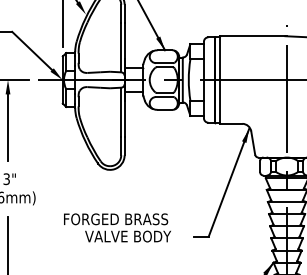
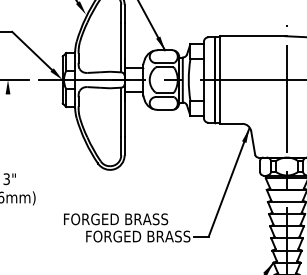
line at (62, 24): present -> none
line at (8, 127): present -> none
text at (137, 236): VALVE BODY -> FORGED BRASS
line at (8, 243): present -> none
